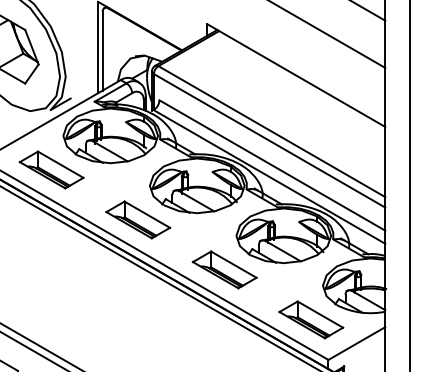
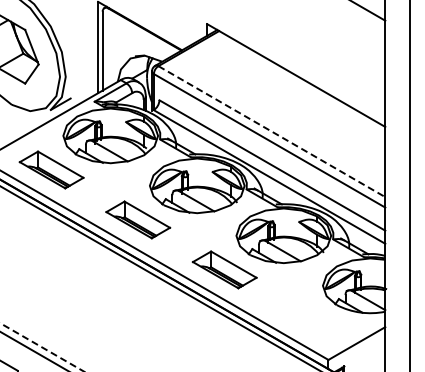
line at (328, 34): present -> none
line at (271, 131): solid -> dashed
part at (311, 319): present -> none
line at (43, 347): solid -> dashed
